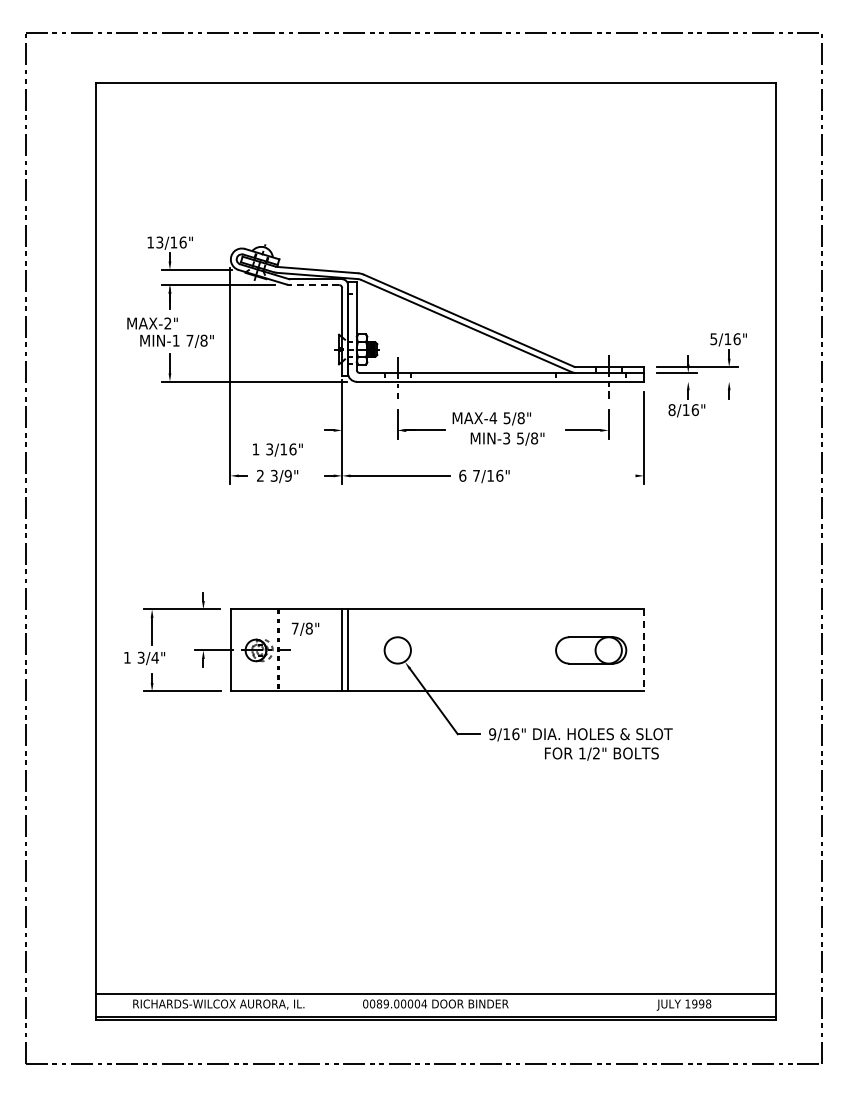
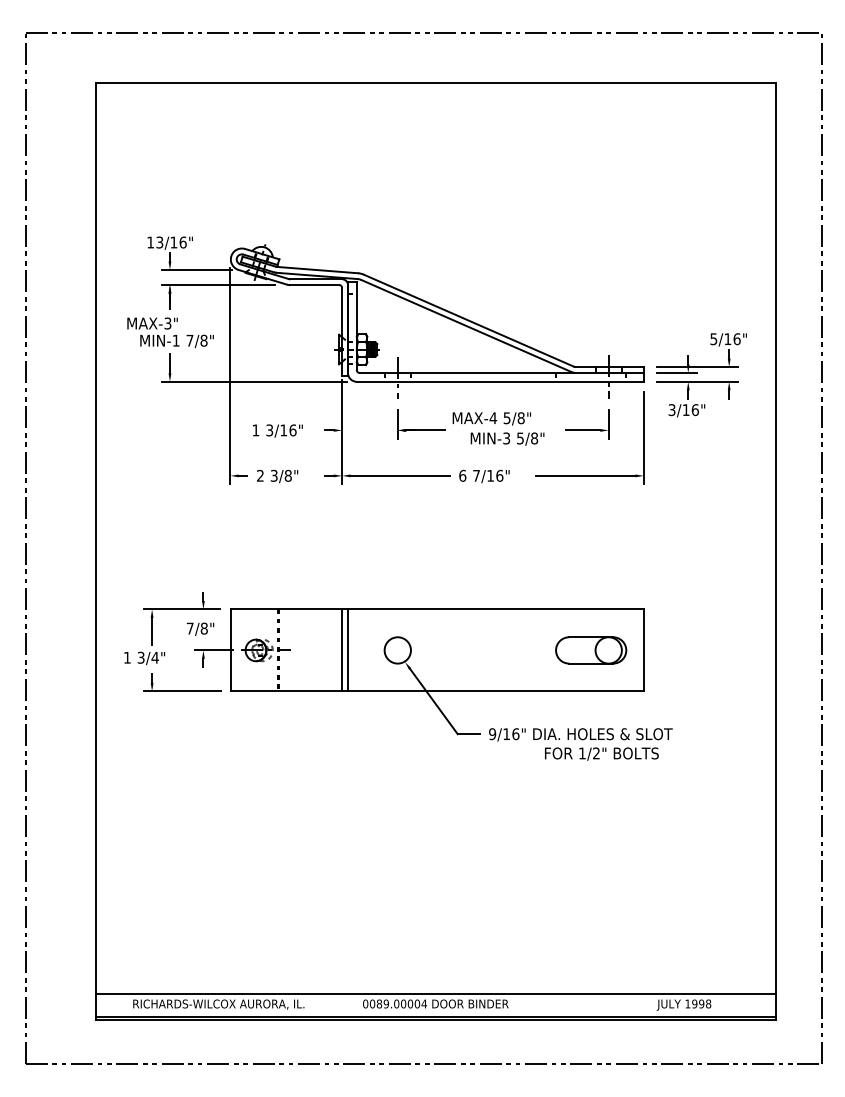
line at (314, 285): dashed -> solid
text at (167, 323): MAX-2" -> MAX-3"
line at (696, 381): none -> present
text at (671, 409): 8/16" -> 3/16"
text at (277, 449) position: (277, 449) -> (277, 430)
text at (287, 475): 3/9" -> 3/8"
line at (585, 475): none -> present
text at (305, 628) position: (305, 628) -> (200, 628)
line at (643, 650): dashed -> solid
